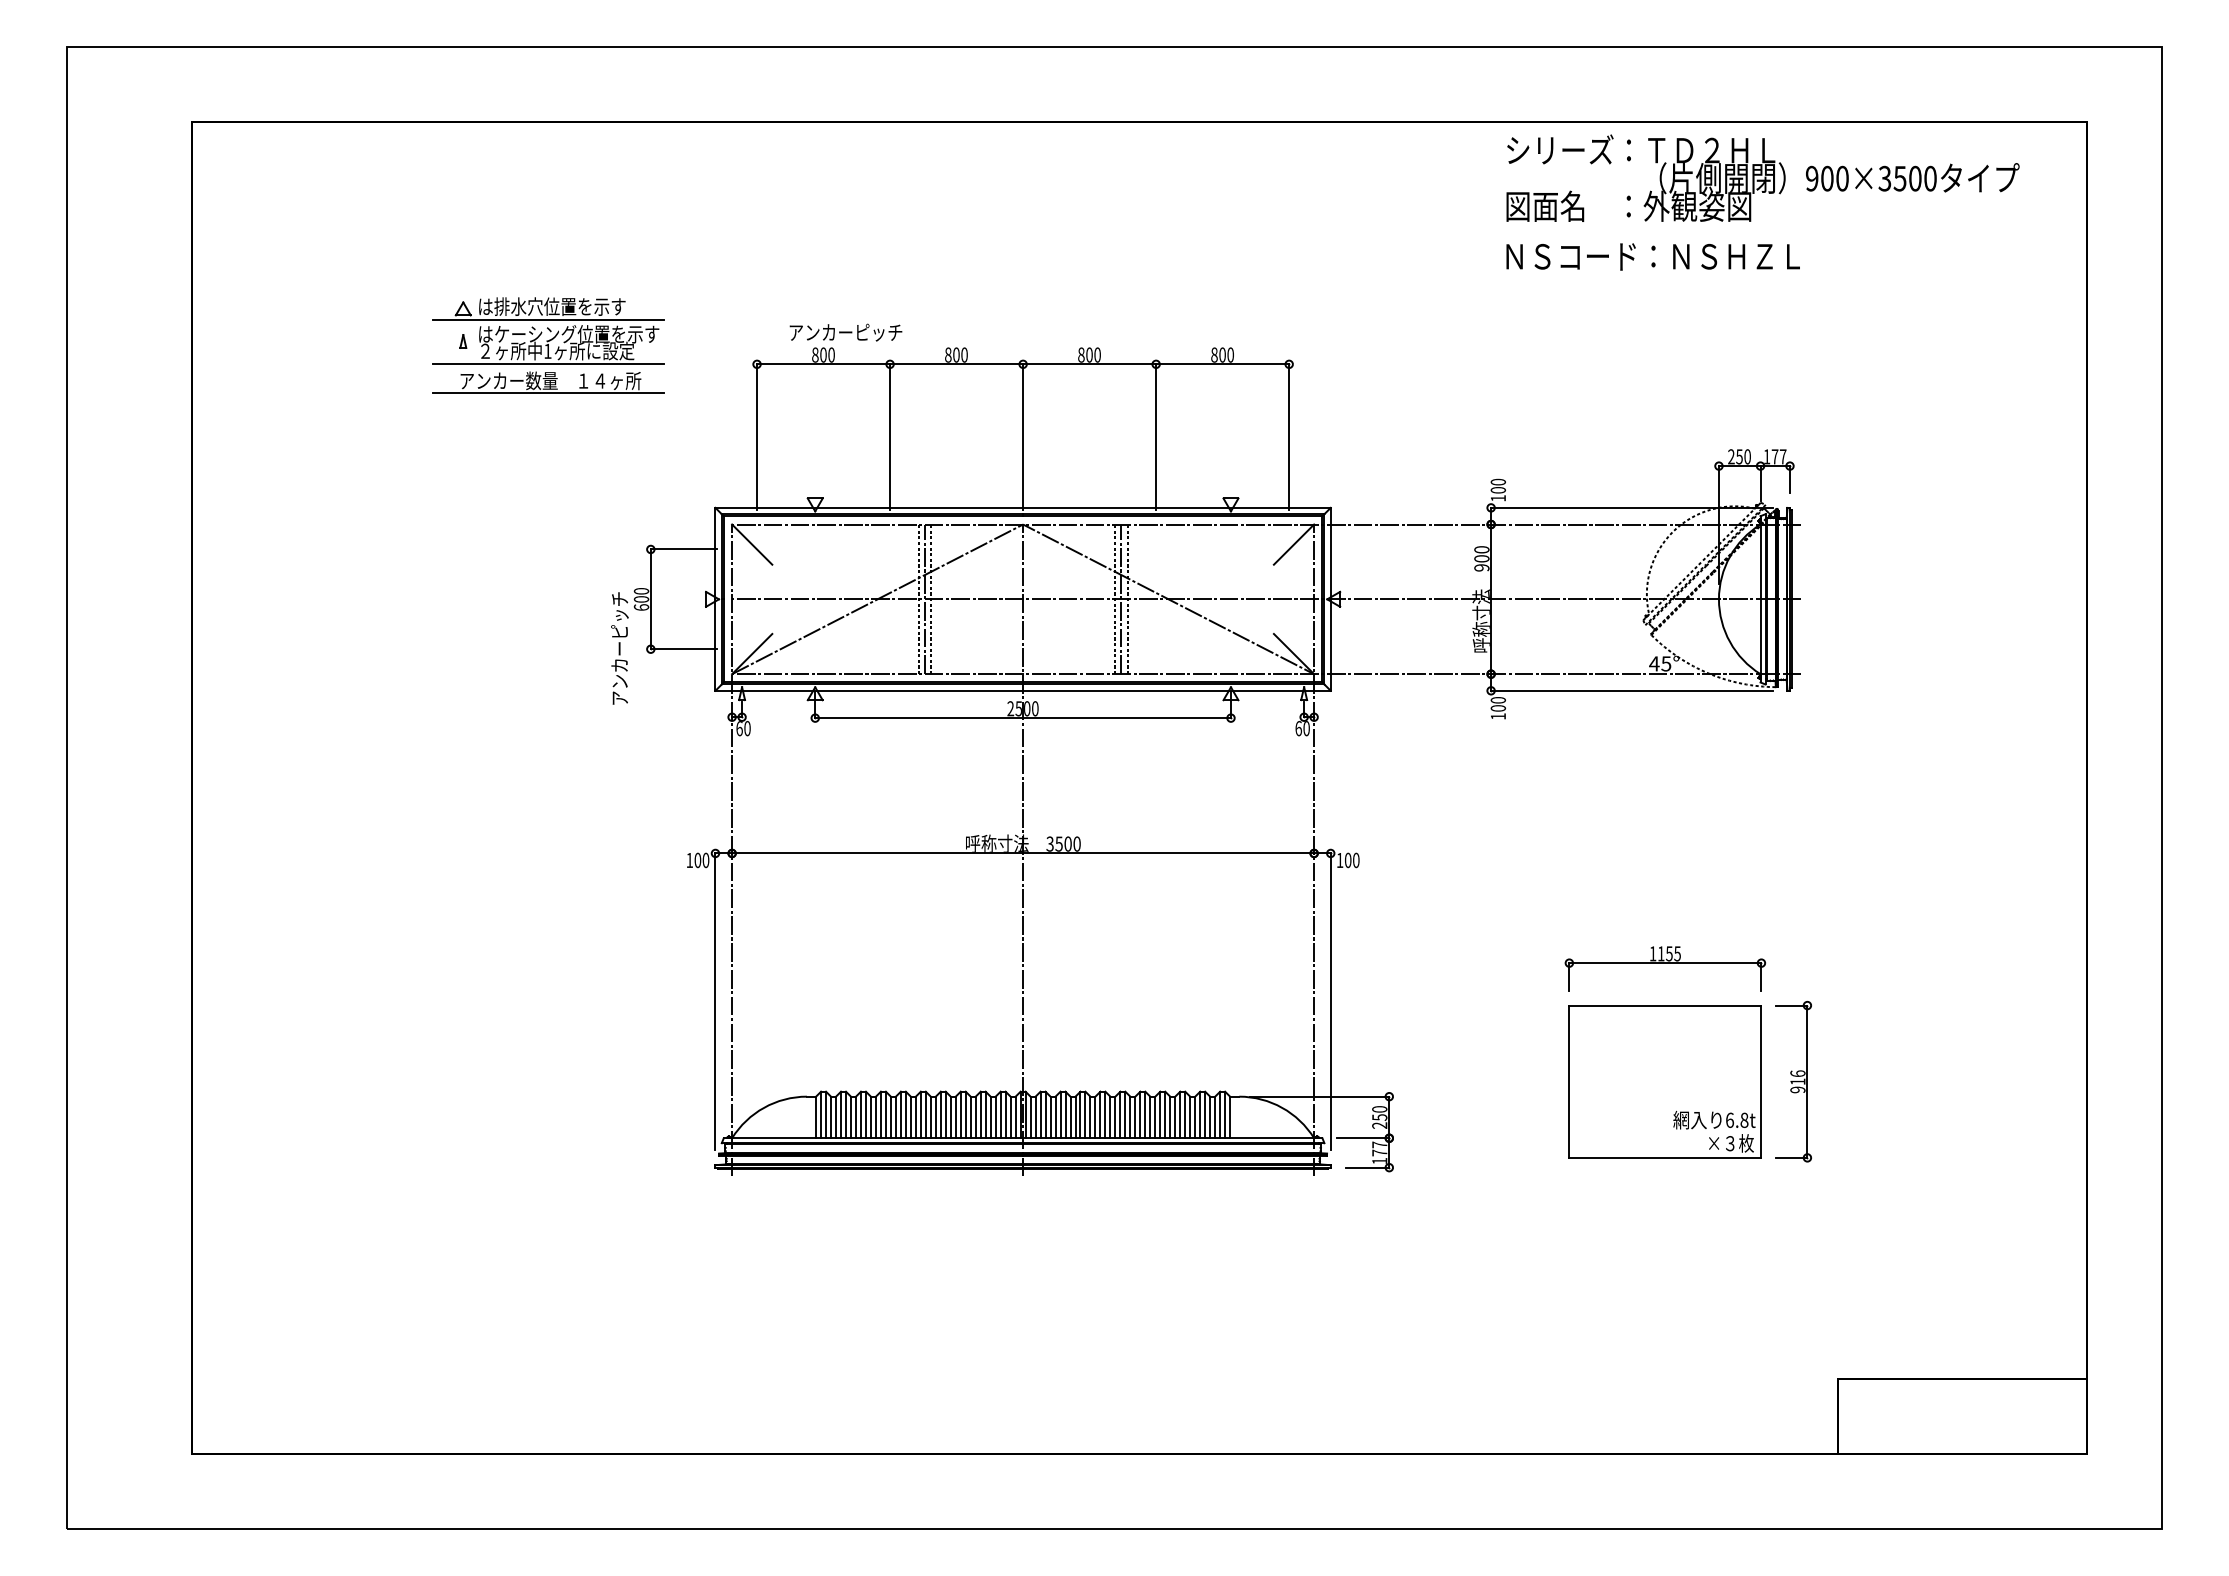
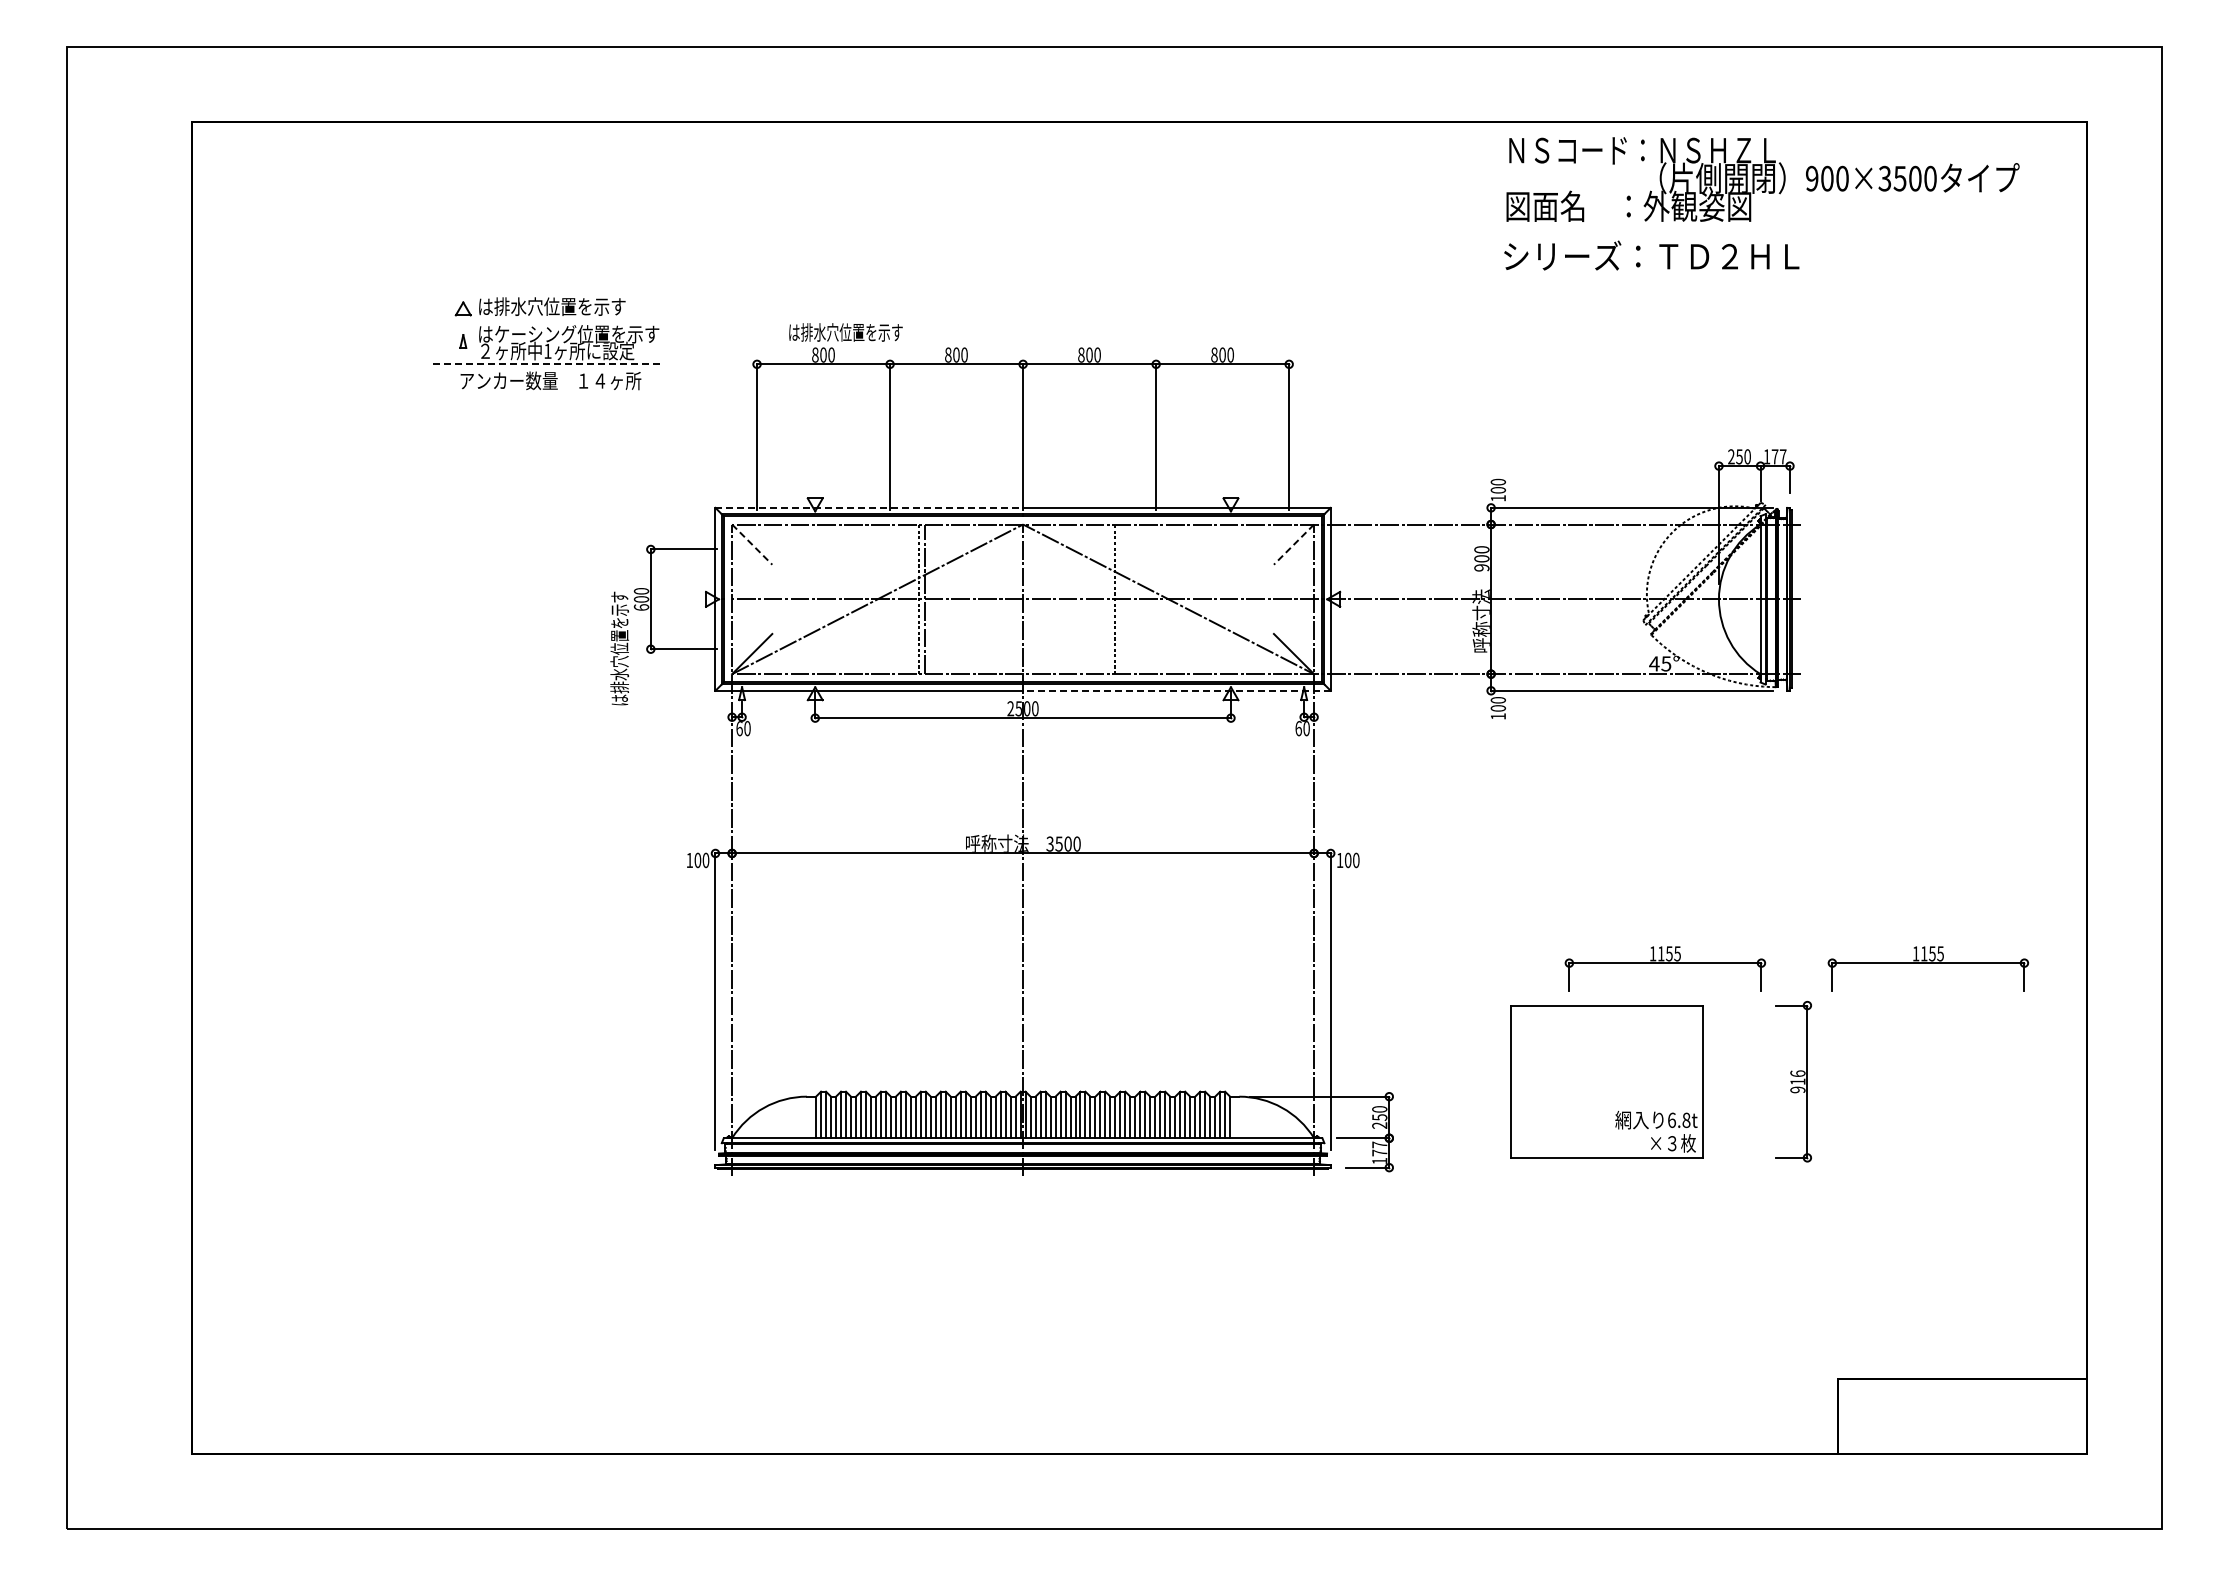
text at (1641, 149): シリーズ：ＴＤ２ＨＬ -> ＮＳコード：ＮＳＨＺＬ
text at (1651, 255): ＮＳコード：ＮＳＨＺＬ -> シリーズ：ＴＤ２ＨＬ
line at (548, 320): present -> none
text at (845, 332): アンカーピッチ -> は排水穴位置を示す
line at (549, 364): solid -> dashed
line at (548, 393): present -> none
line at (869, 507): solid -> dashed
line at (752, 544): solid -> dashed
line at (1293, 544): solid -> dashed
line at (931, 599): present -> none
line at (1121, 599): present -> none
line at (1127, 599): present -> none
text at (619, 648): アンカーピッチ -> は排水穴位置を示す
line at (1176, 690): solid -> dashed
part at (1927, 968): none -> present
part at (1664, 1081) position: (1664, 1081) -> (1606, 1081)
